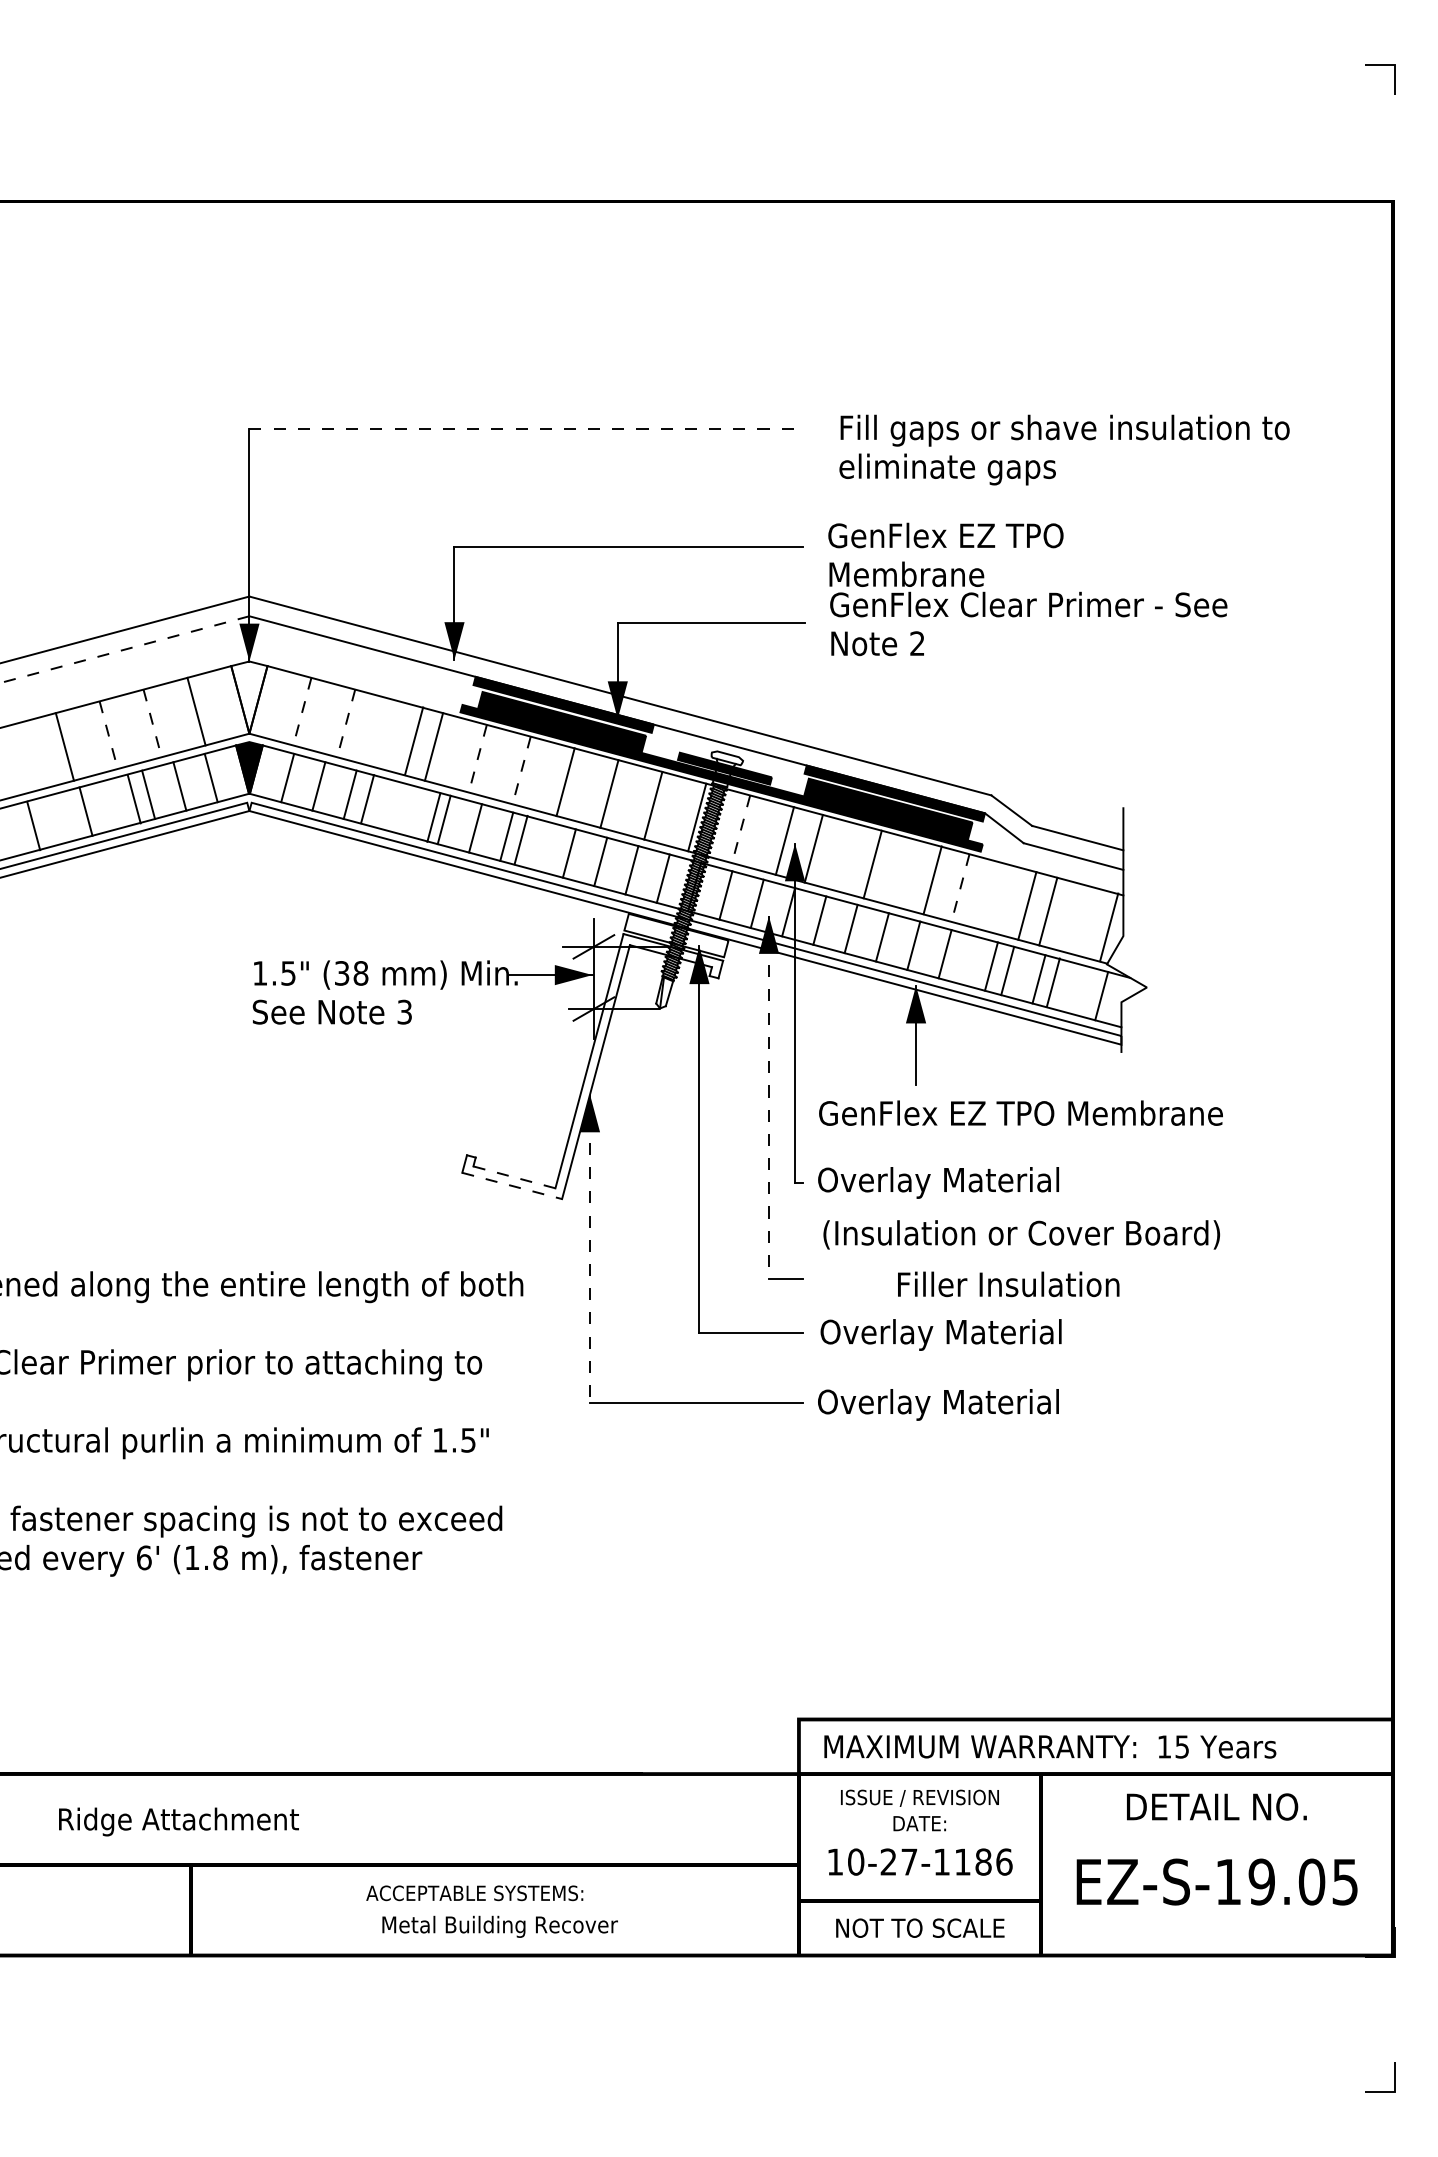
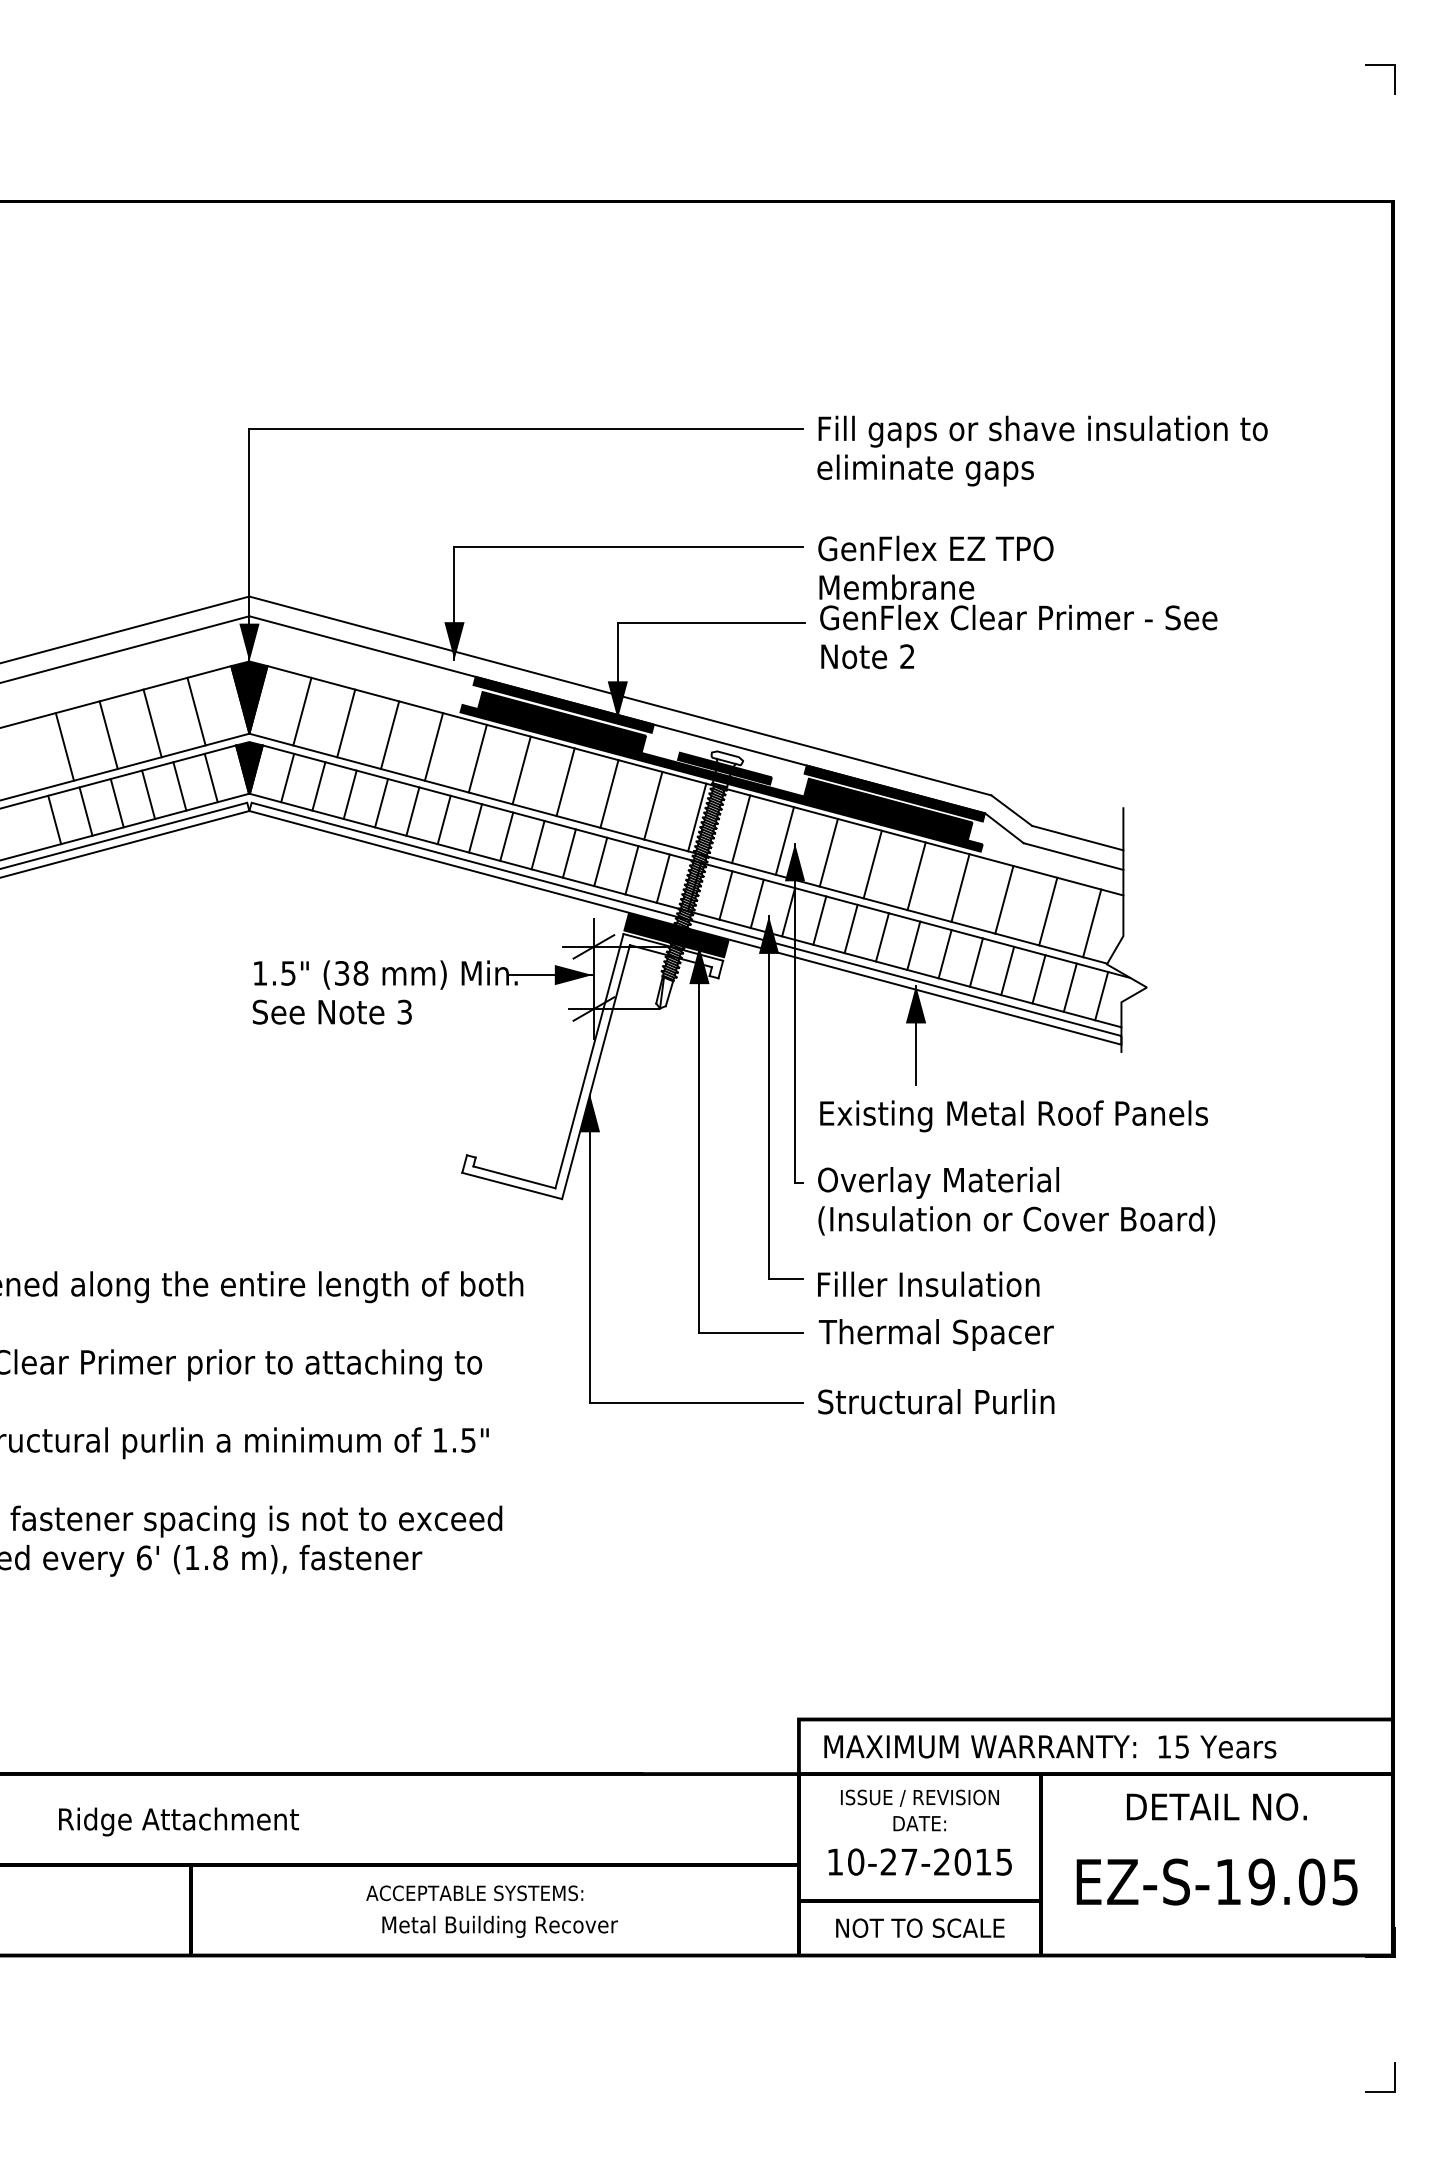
line at (526, 429): dashed -> solid
text at (1064, 449) position: (1064, 449) -> (1042, 450)
text at (1027, 589) position: (1027, 589) -> (1017, 602)
line at (124, 649): dashed -> solid
fill at (249, 697): none -> present
line at (302, 712): dashed -> solid
line at (152, 723): dashed -> solid
line at (346, 723): dashed -> solid
line at (108, 735): dashed -> solid
line at (414, 741) position: (414, 741) -> (390, 735)
line at (477, 758): dashed -> solid
line at (521, 770): dashed -> solid
line at (133, 799) position: (133, 799) -> (116, 803)
line at (367, 799) position: (367, 799) -> (381, 803)
line at (433, 817) position: (433, 817) -> (412, 811)
line at (33, 825) position: (33, 825) -> (54, 819)
line at (741, 829): dashed -> solid
line at (520, 839) position: (520, 839) -> (537, 844)
line at (813, 848) position: (813, 848) -> (828, 852)
line at (932, 880) position: (932, 880) -> (916, 876)
line at (960, 888): dashed -> solid
line at (1027, 905) position: (1027, 905) -> (1004, 899)
line at (1109, 927) position: (1109, 927) -> (1092, 923)
fill at (676, 935): none -> present
line at (991, 966) position: (991, 966) -> (976, 962)
line at (1052, 982) position: (1052, 982) -> (1069, 987)
line at (768, 1098): dashed -> solid
text at (1020, 1116): GenFlex EZ TPO Membrane -> Existing Metal Roof Panels
line at (513, 1177): dashed -> solid
line at (512, 1185): dashed -> solid
text at (1021, 1234) position: (1021, 1234) -> (1016, 1220)
line at (590, 1249): dashed -> solid
text at (1008, 1284) position: (1008, 1284) -> (928, 1284)
text at (939, 1334): Overlay Material -> Thermal Spacer
text at (938, 1404): Overlay Material -> Structural Purlin
text at (973, 1861): 10-27-1186 -> 10-27-2015
